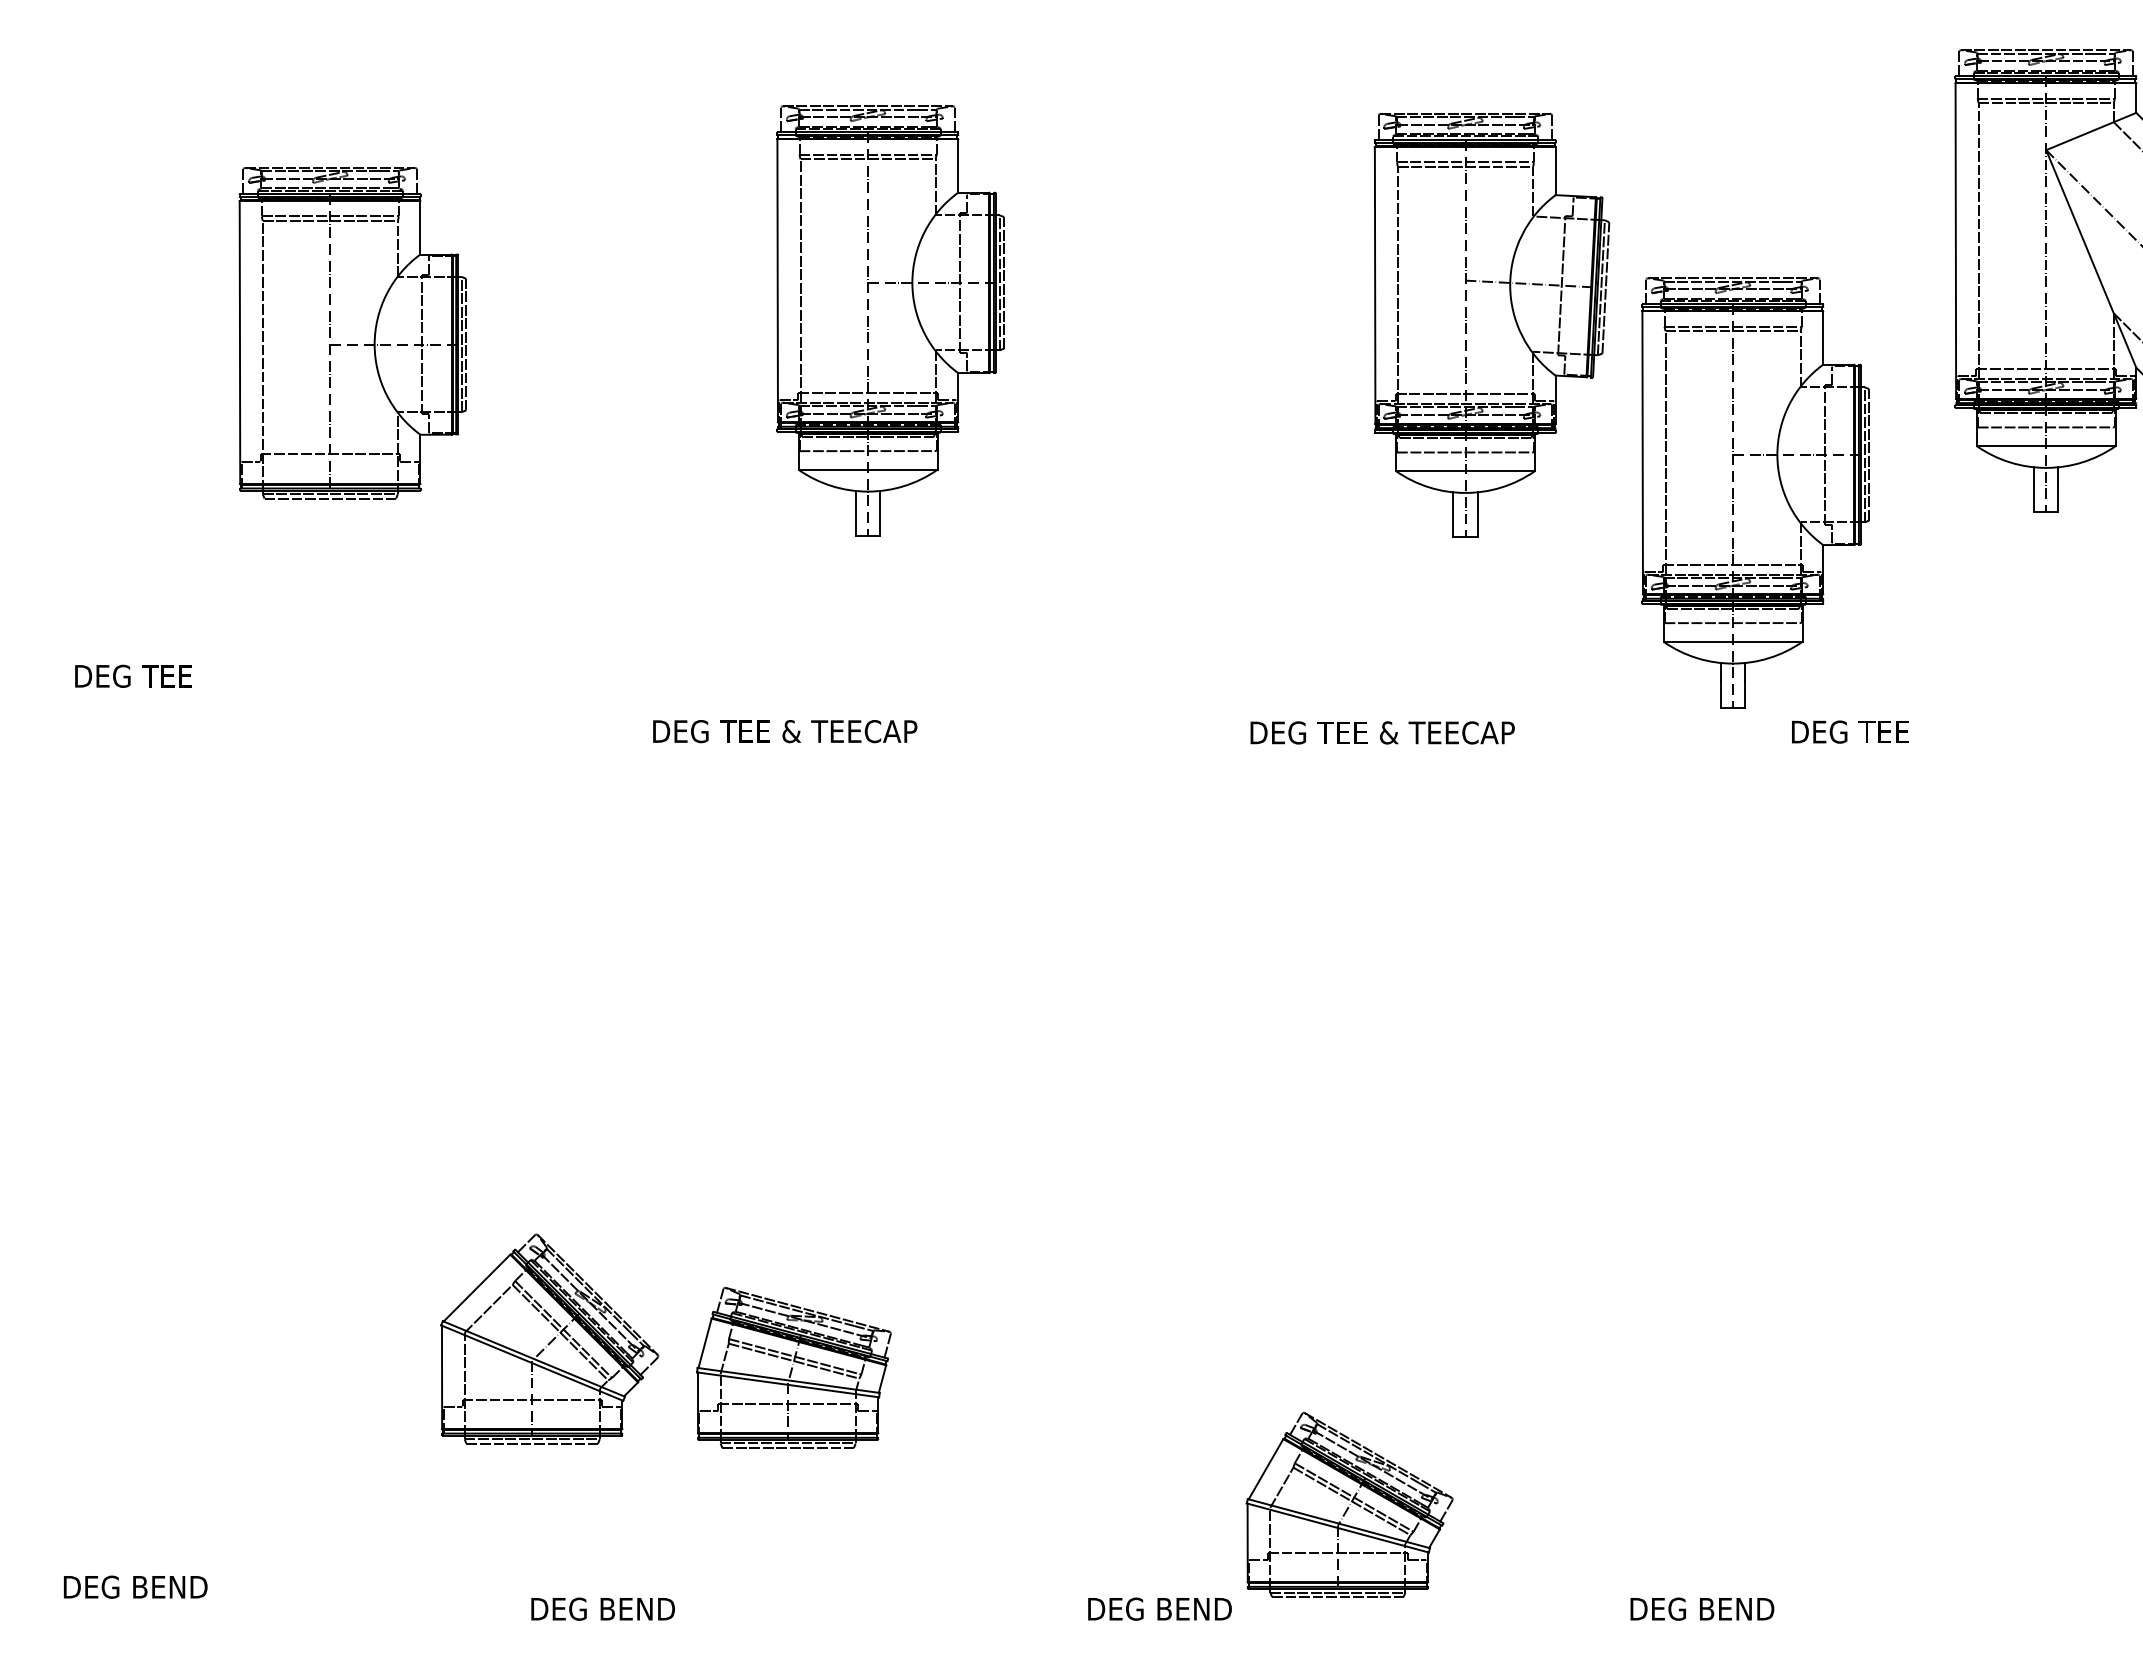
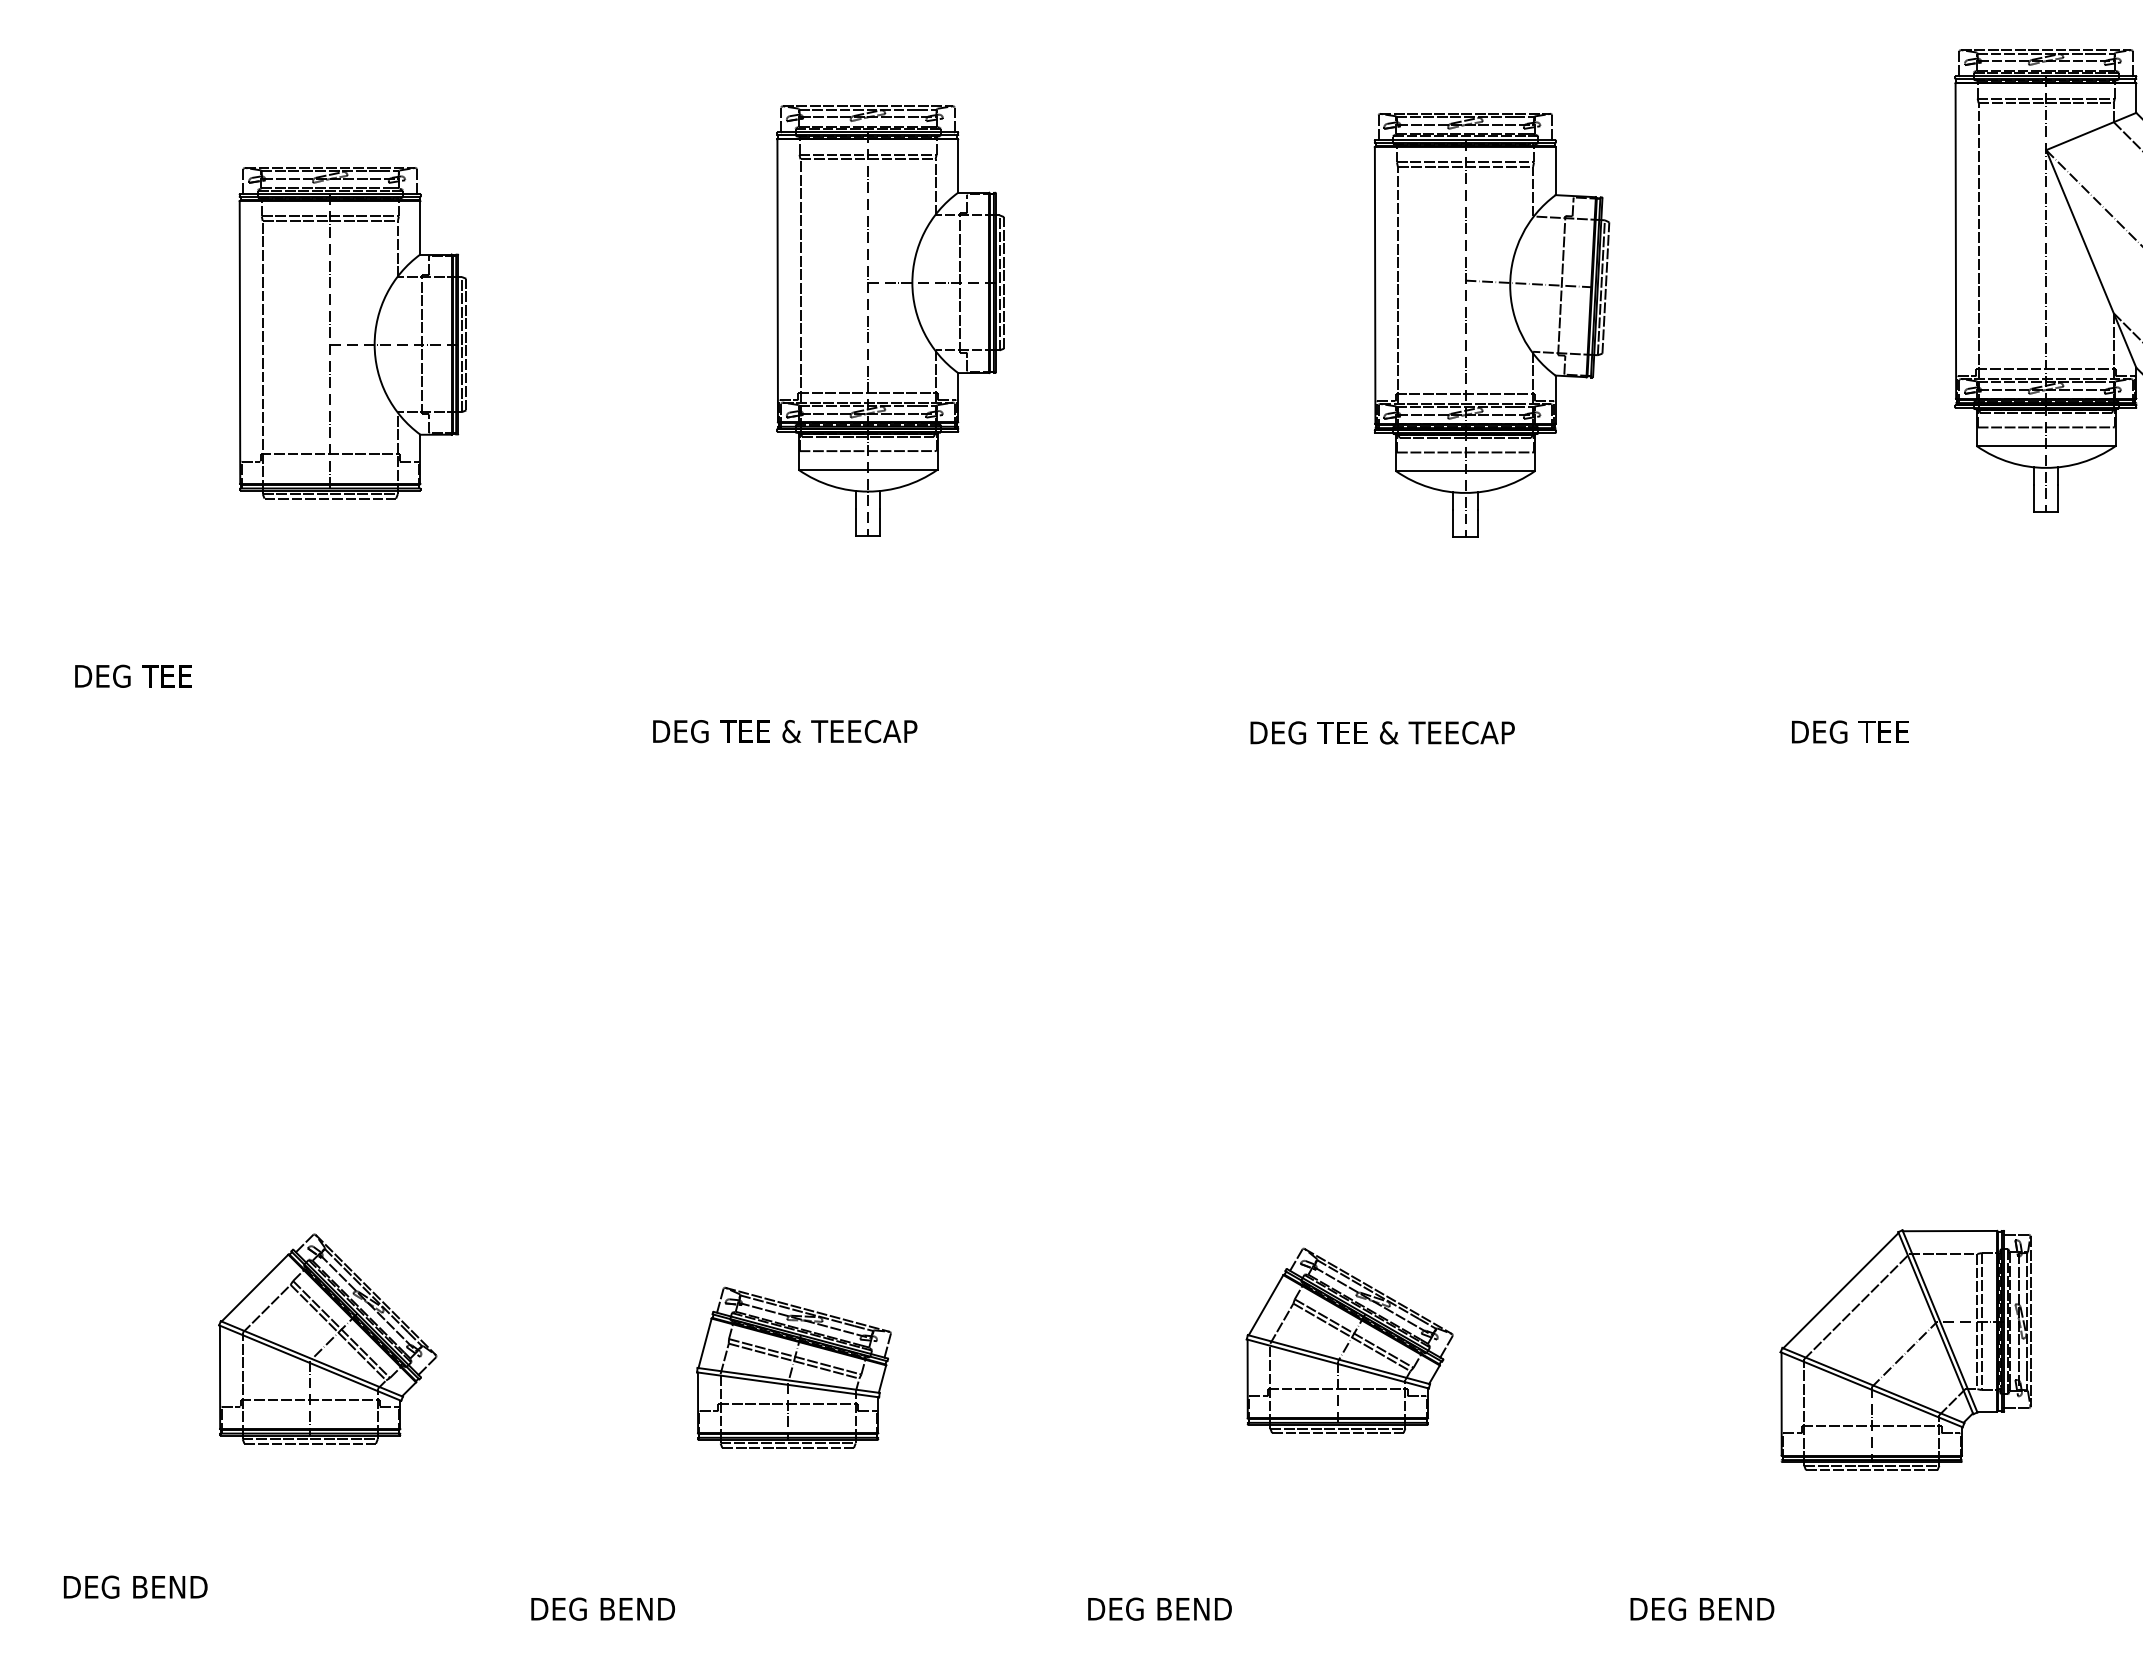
part at (1755, 492): present -> none
part at (549, 1338) position: (549, 1338) -> (327, 1338)
part at (1905, 1349): none -> present
part at (1349, 1504) position: (1349, 1504) -> (1349, 1340)
